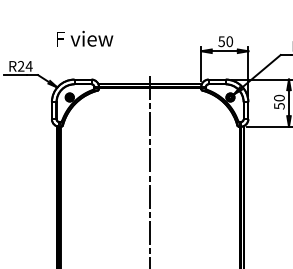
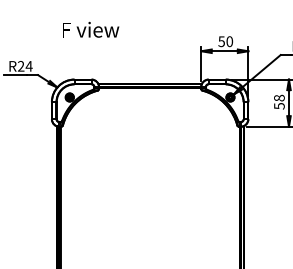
text at (85, 38) position: (85, 38) -> (91, 29)
text at (279, 97): 50 -> 58
line at (150, 170): present -> none
